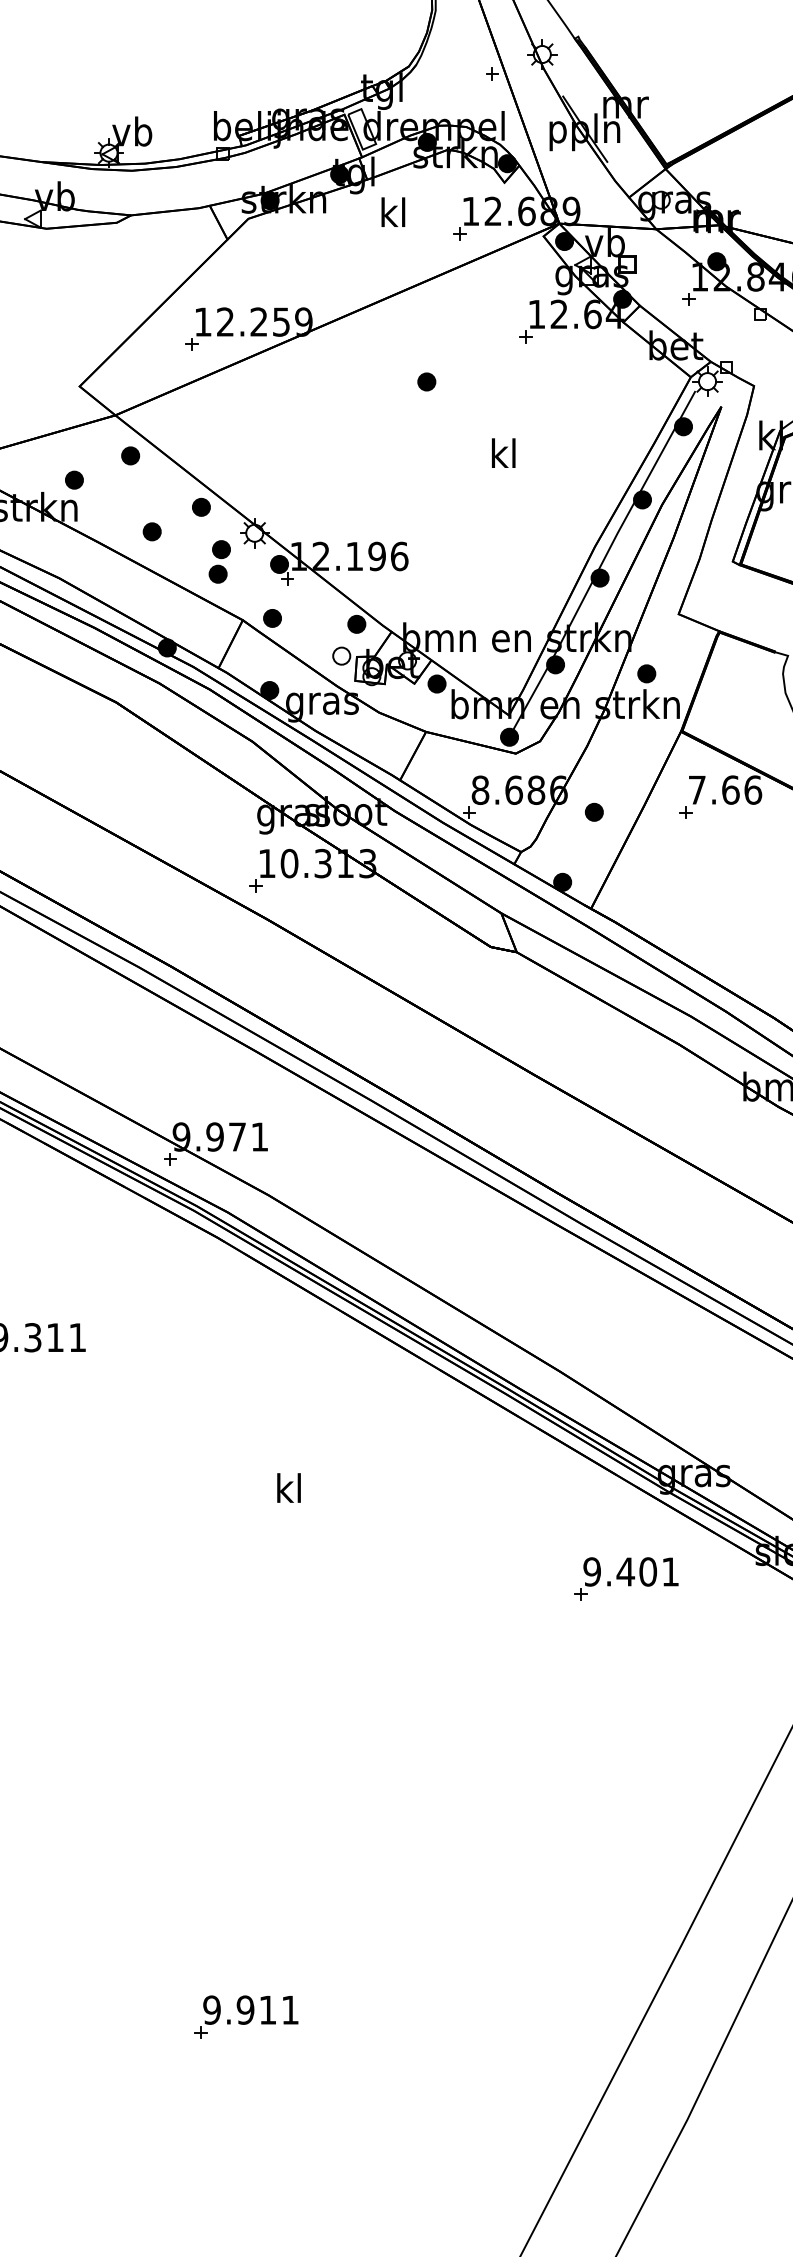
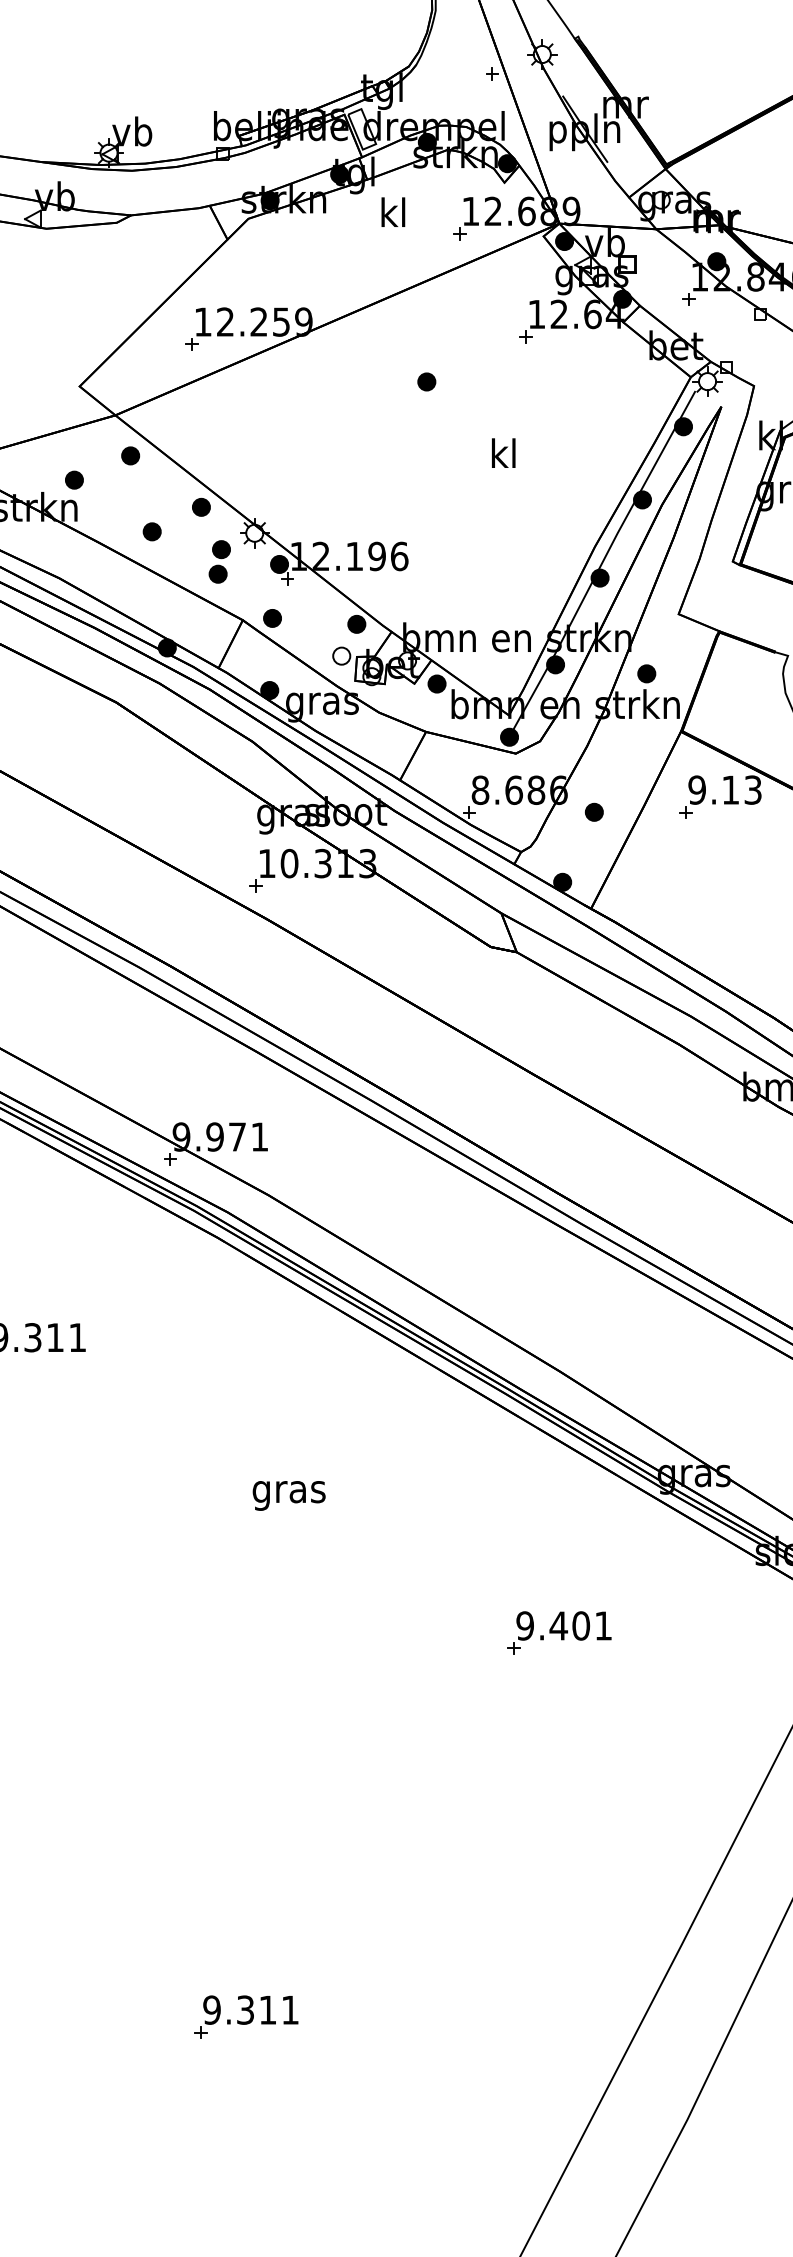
text at (725, 789): 7.66 -> 9.13
text at (288, 1491): kl -> gras
part at (626, 1578) position: (626, 1578) -> (559, 1632)
text at (245, 2009): 9.911 -> 9.311
